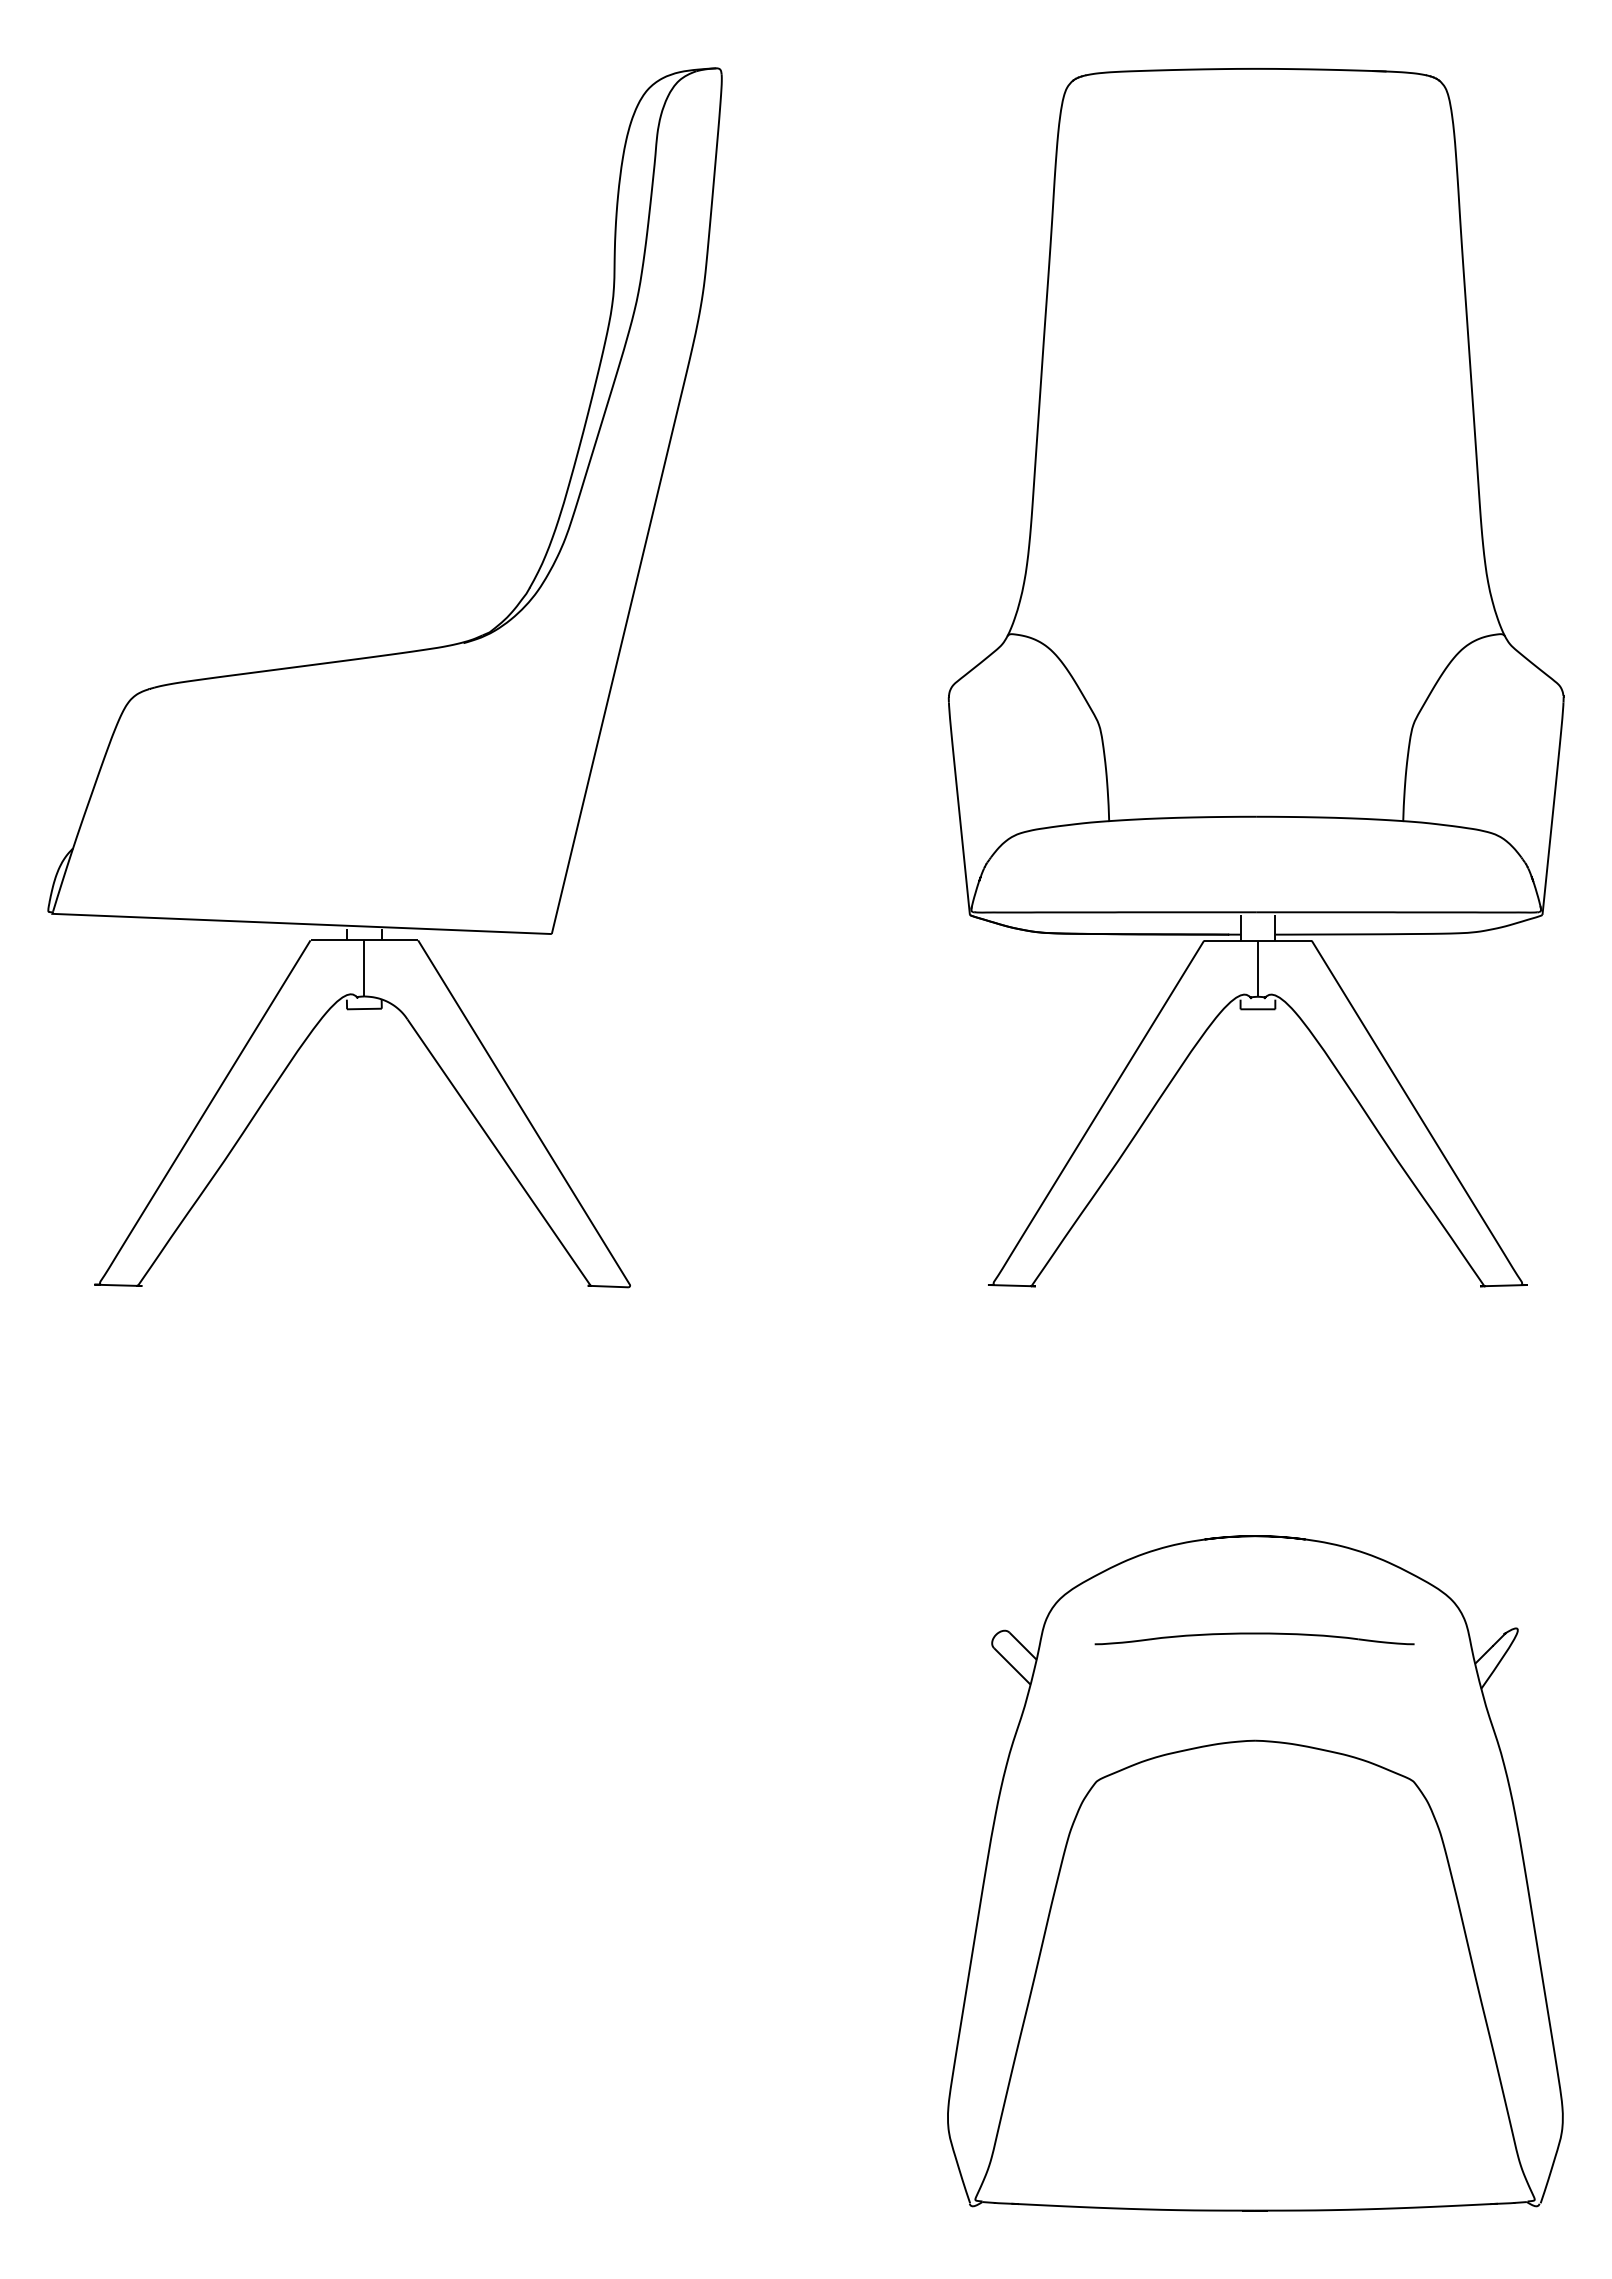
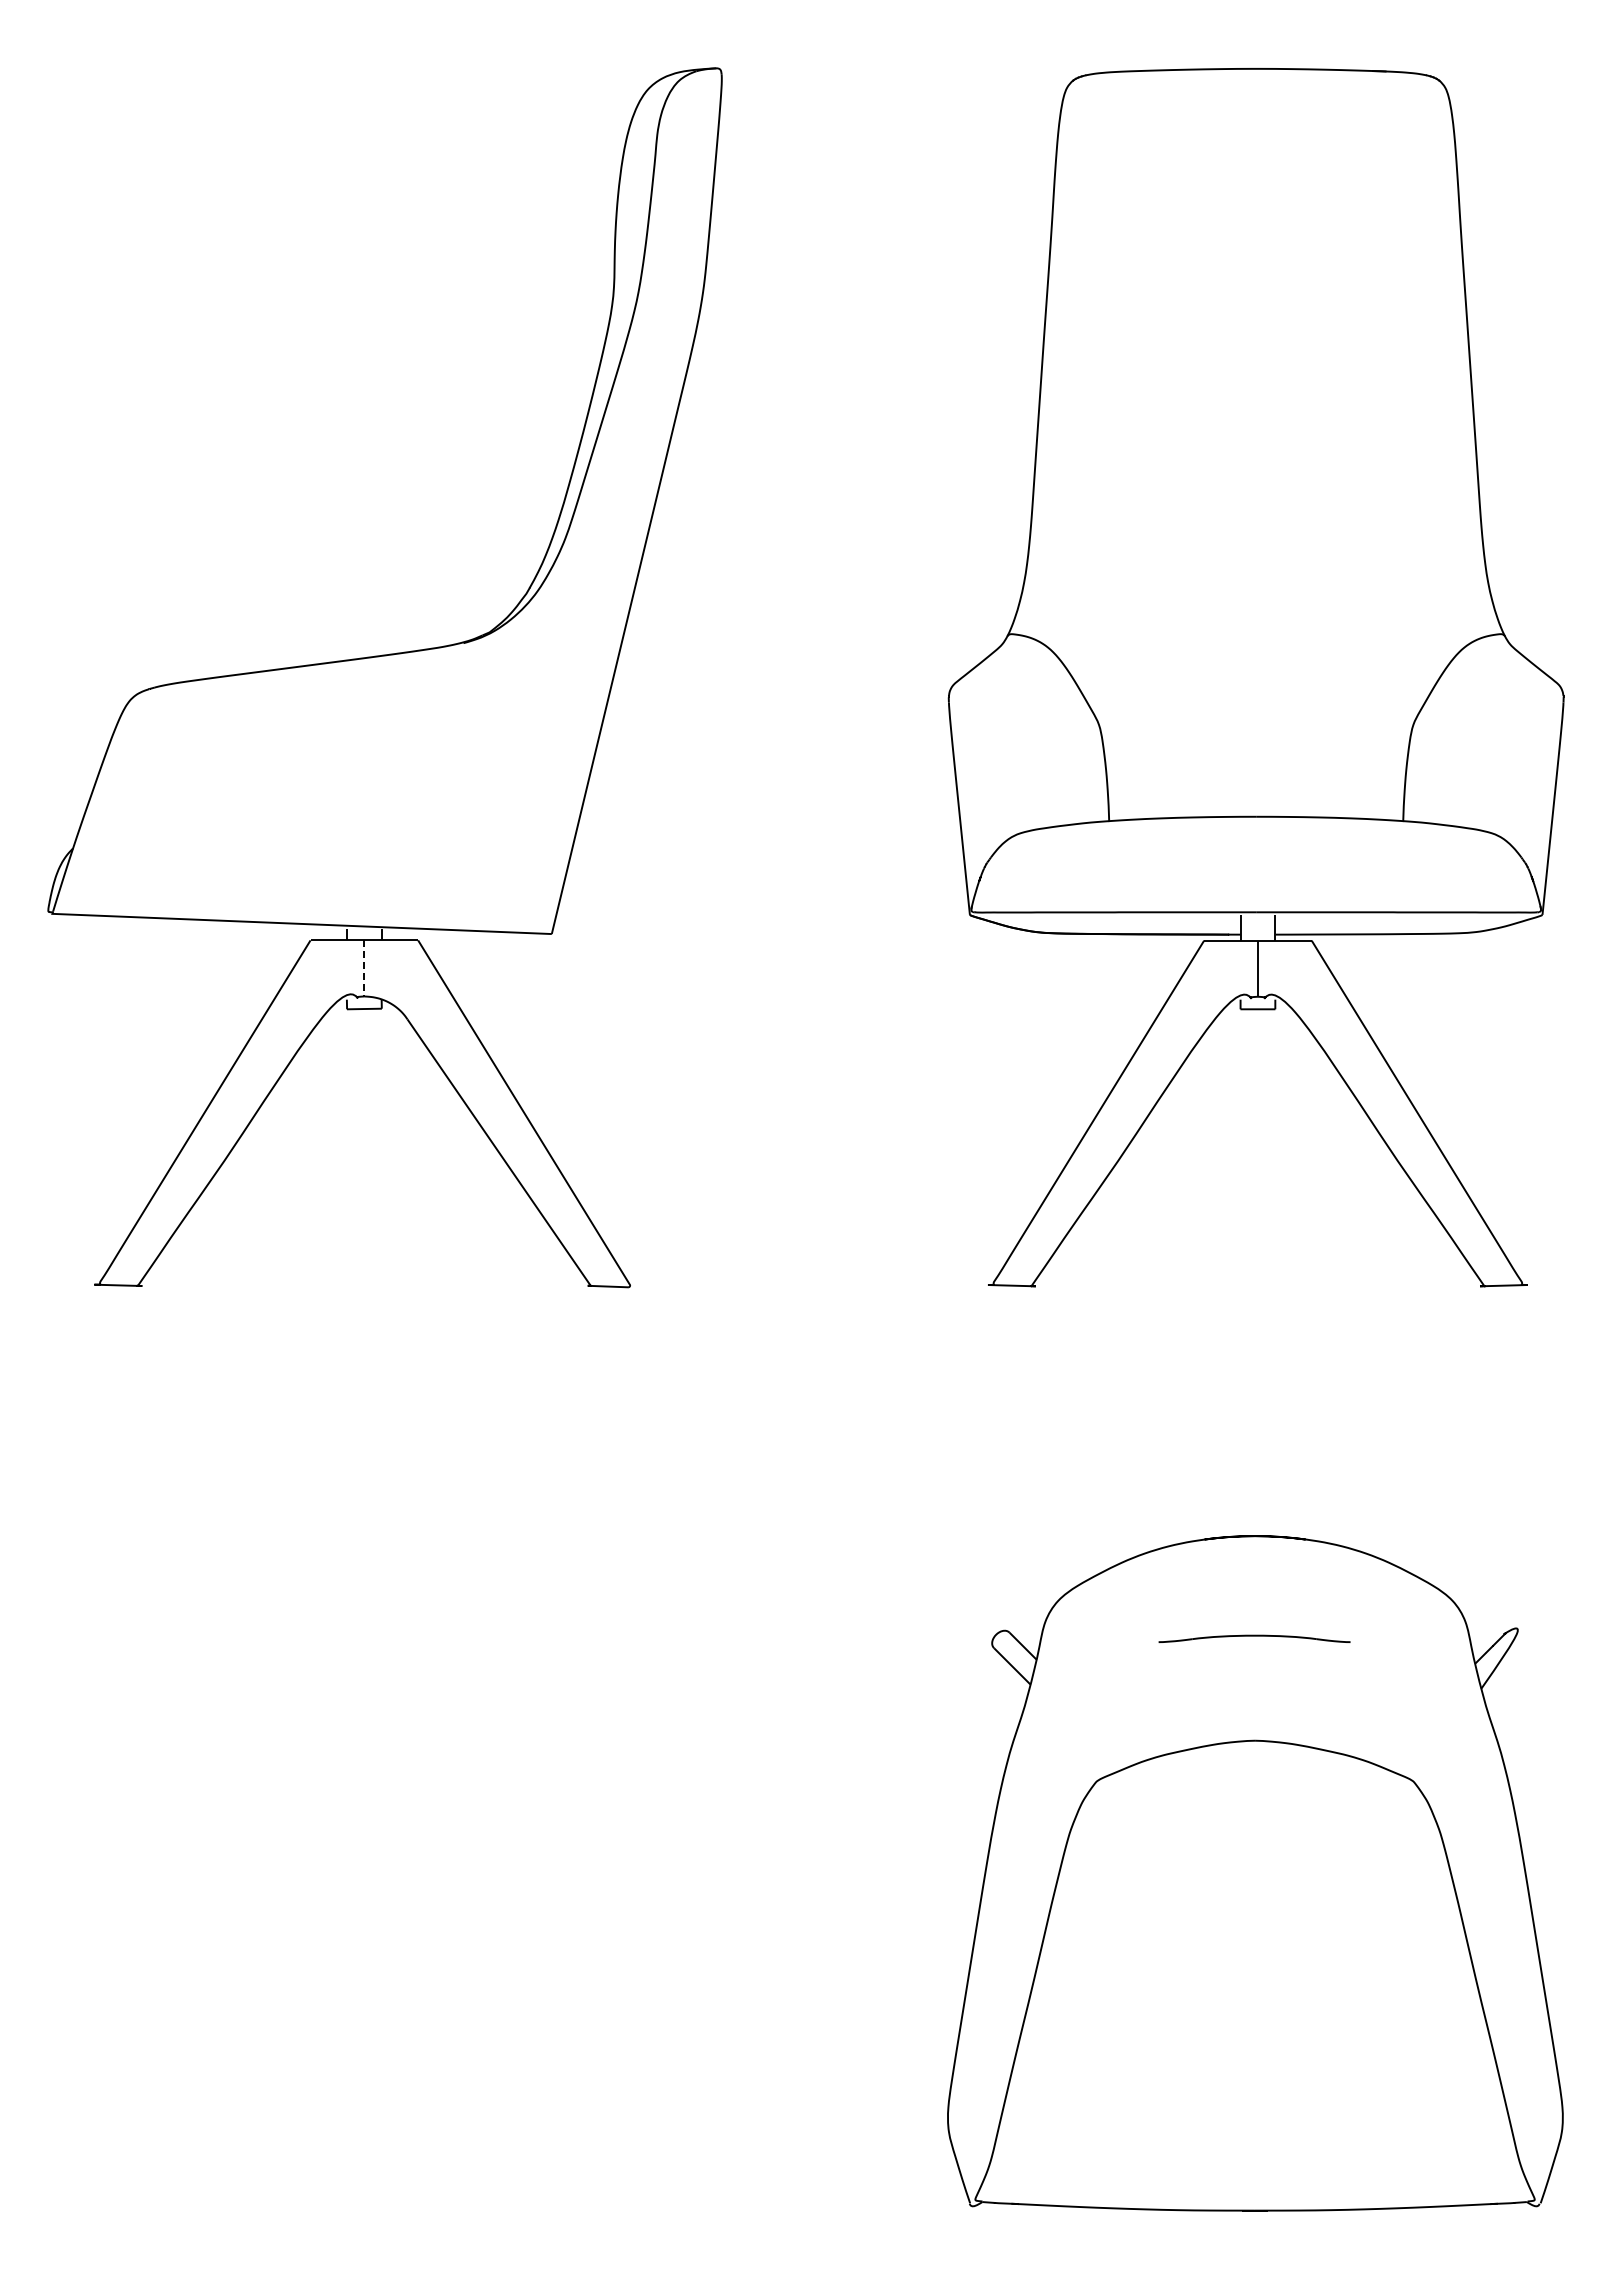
line at (364, 968): solid -> dashed
part at (1254, 1638) size: 321x14 px -> 193x9 px
